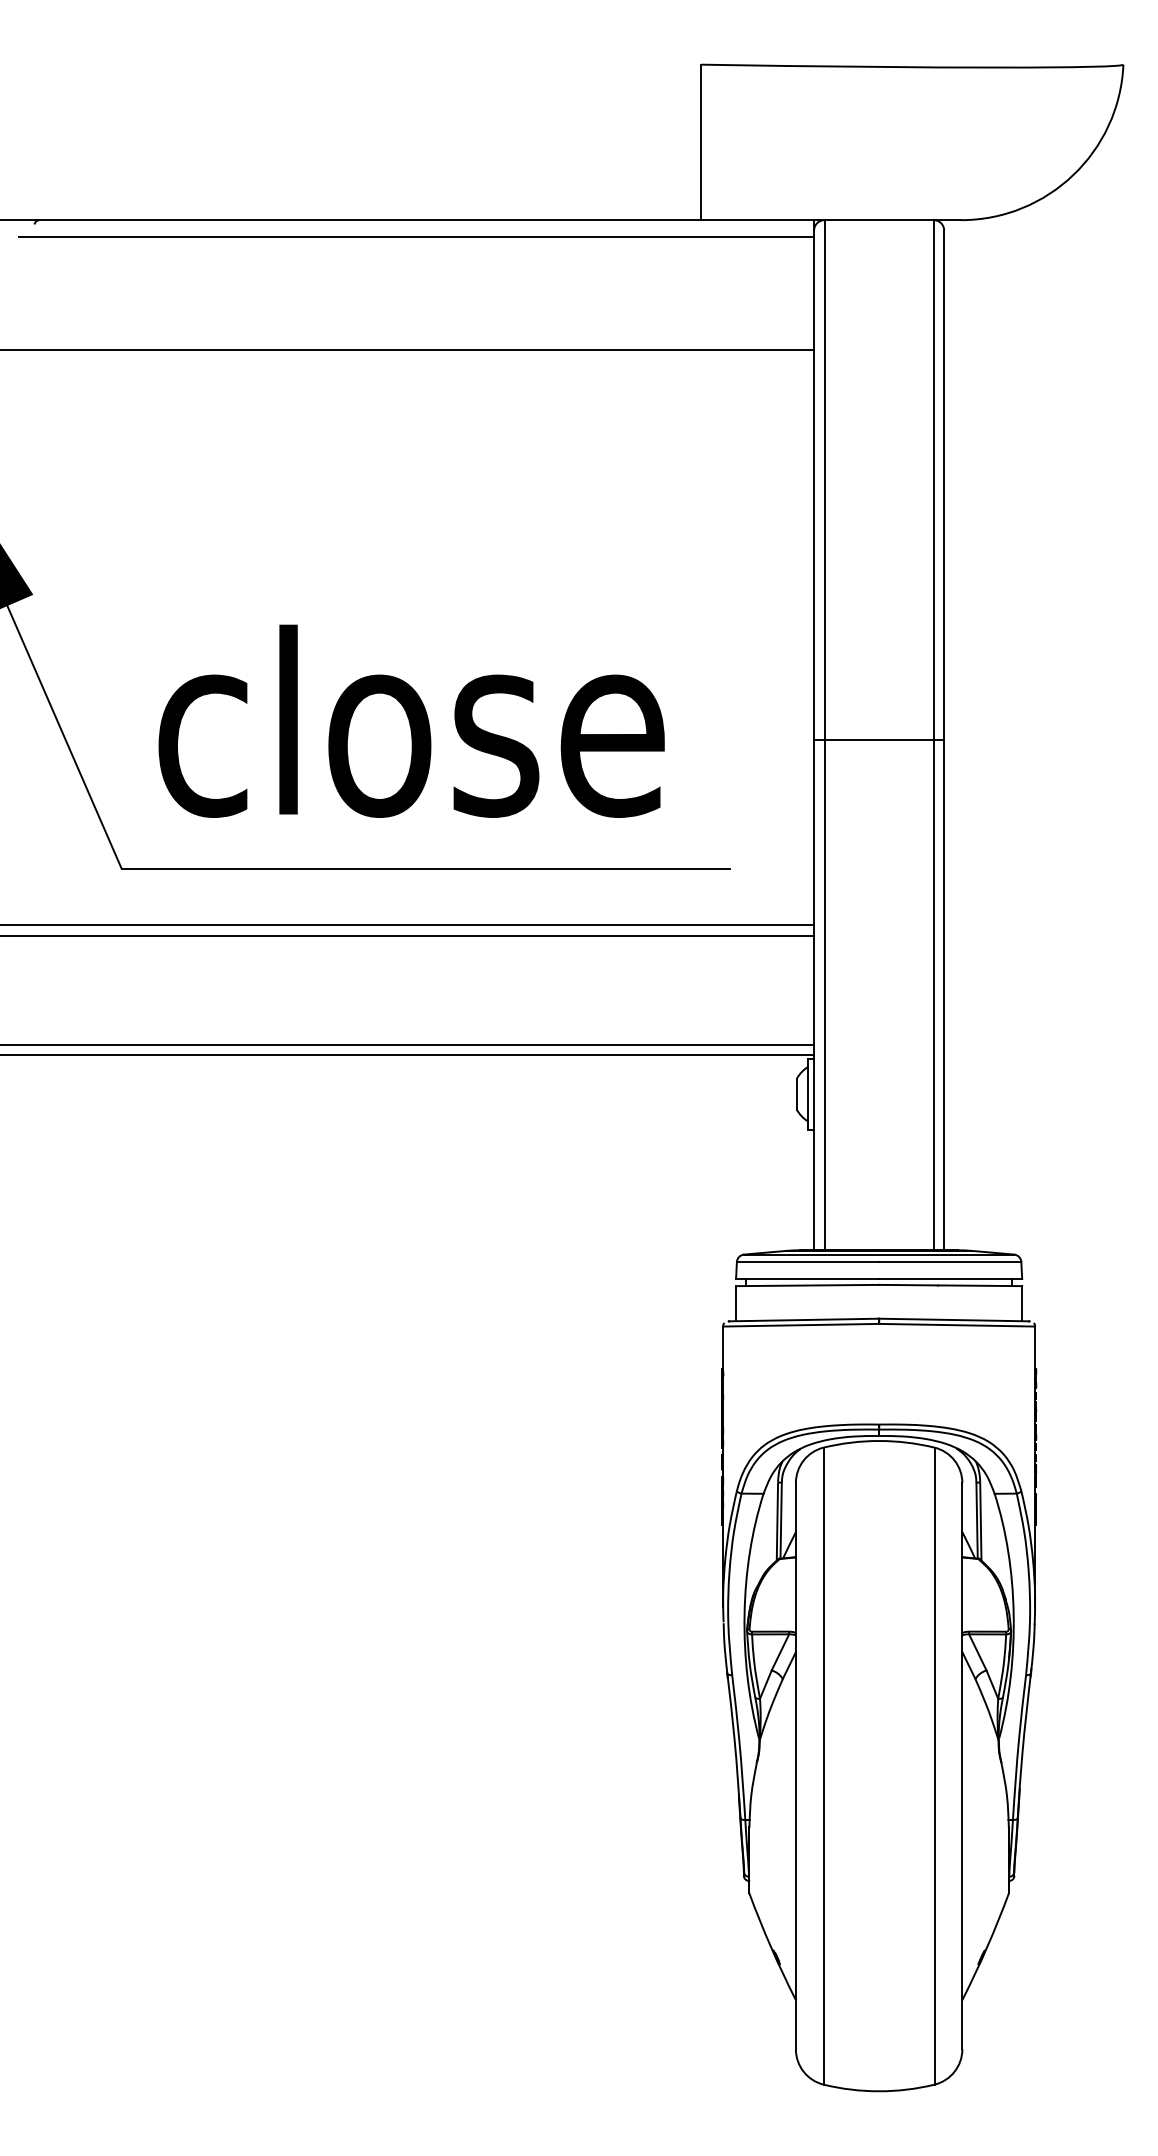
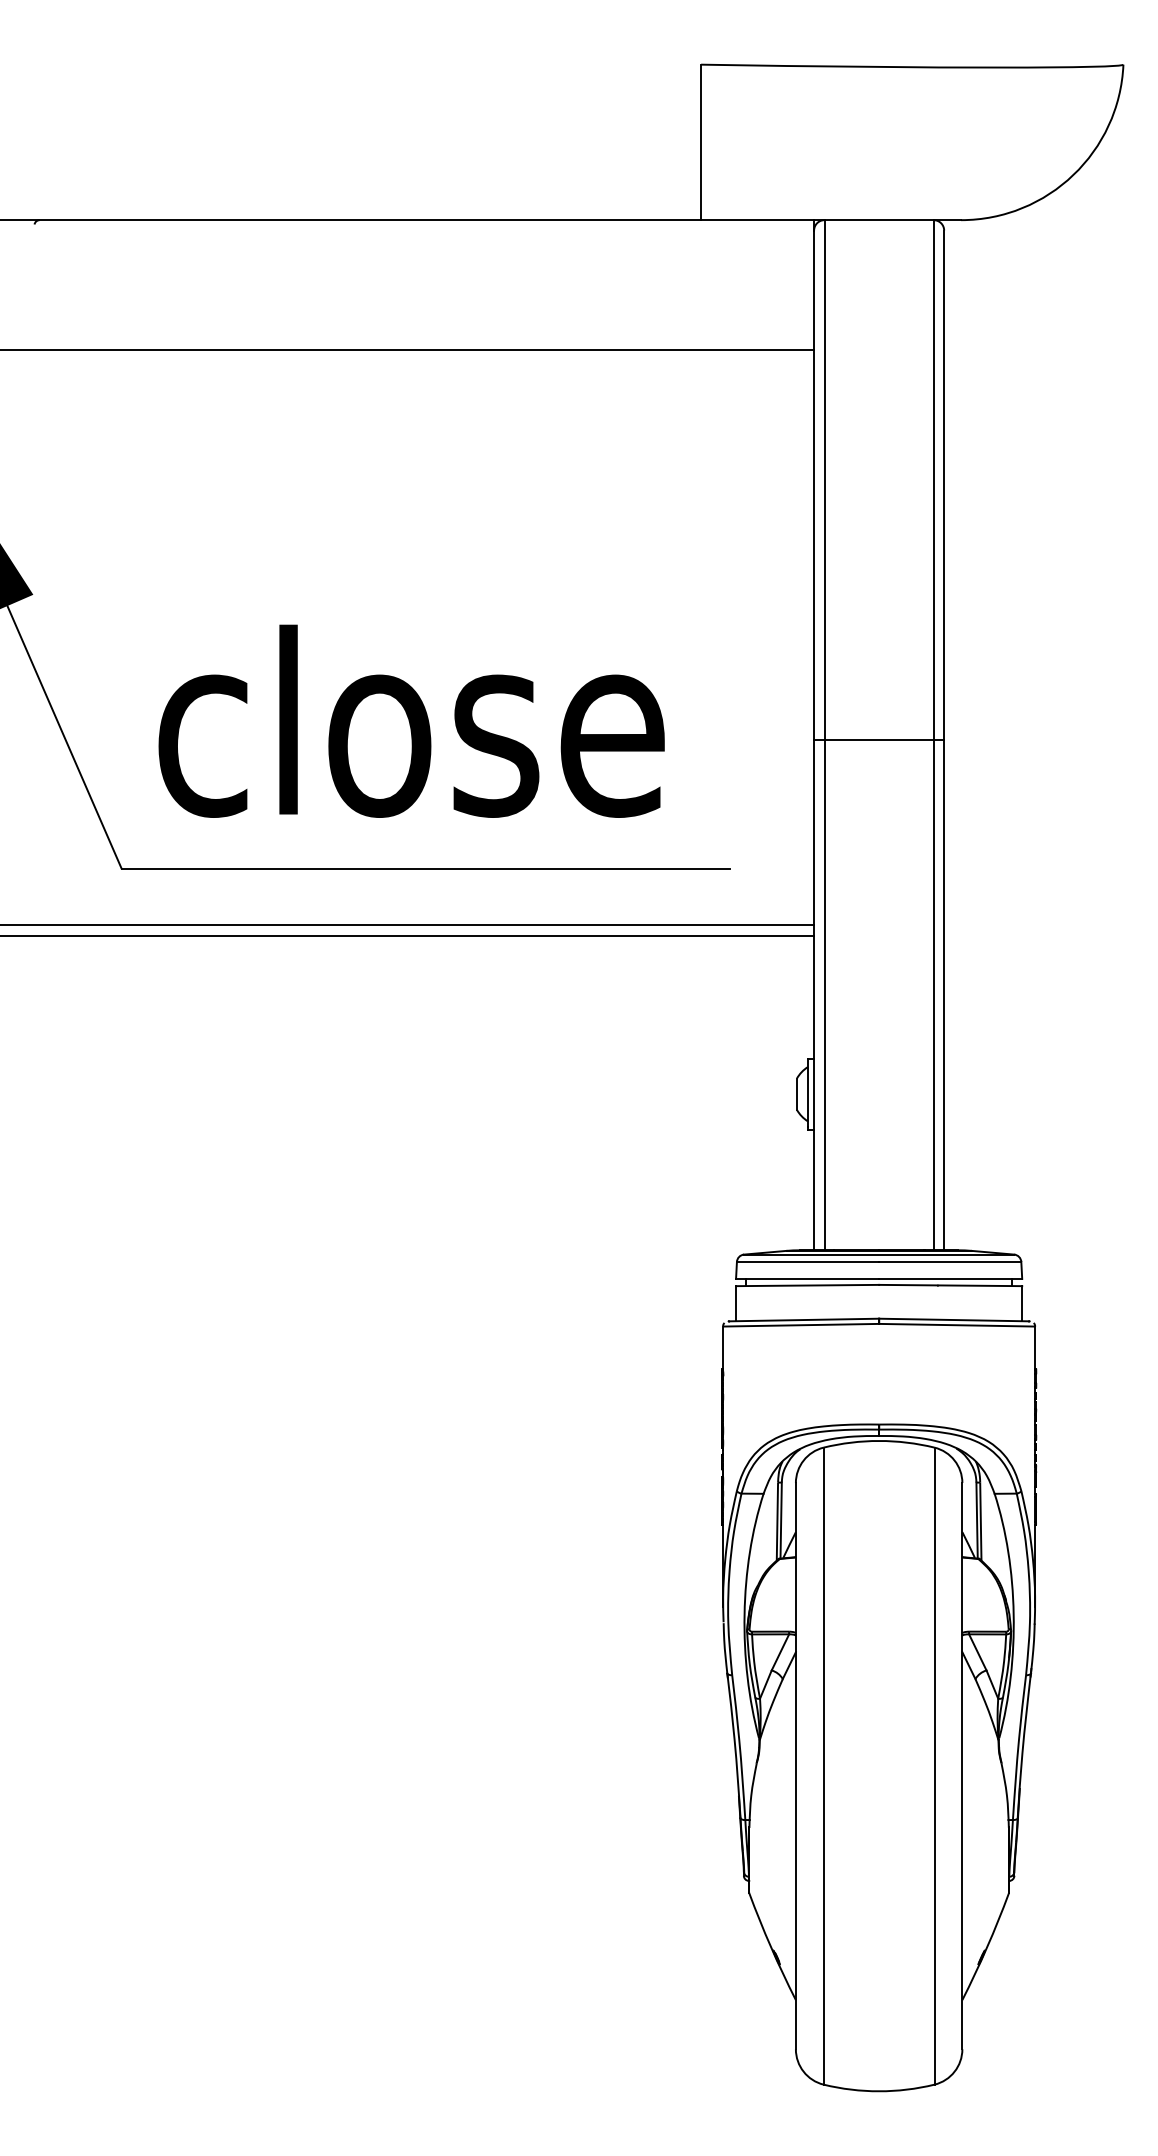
line at (416, 237): present -> none
line at (408, 1044): present -> none
line at (408, 1055): present -> none
